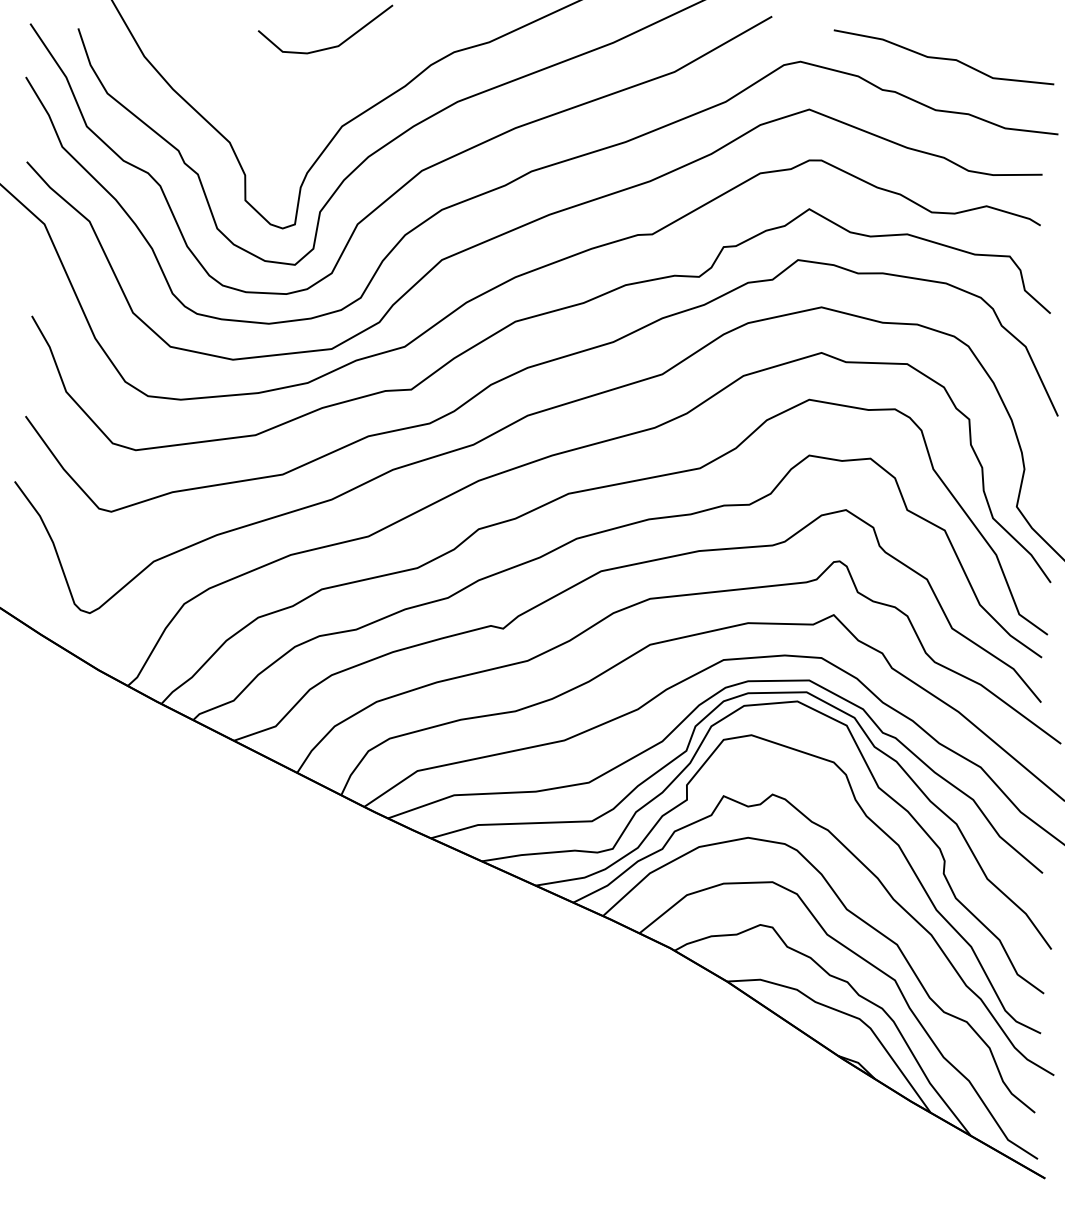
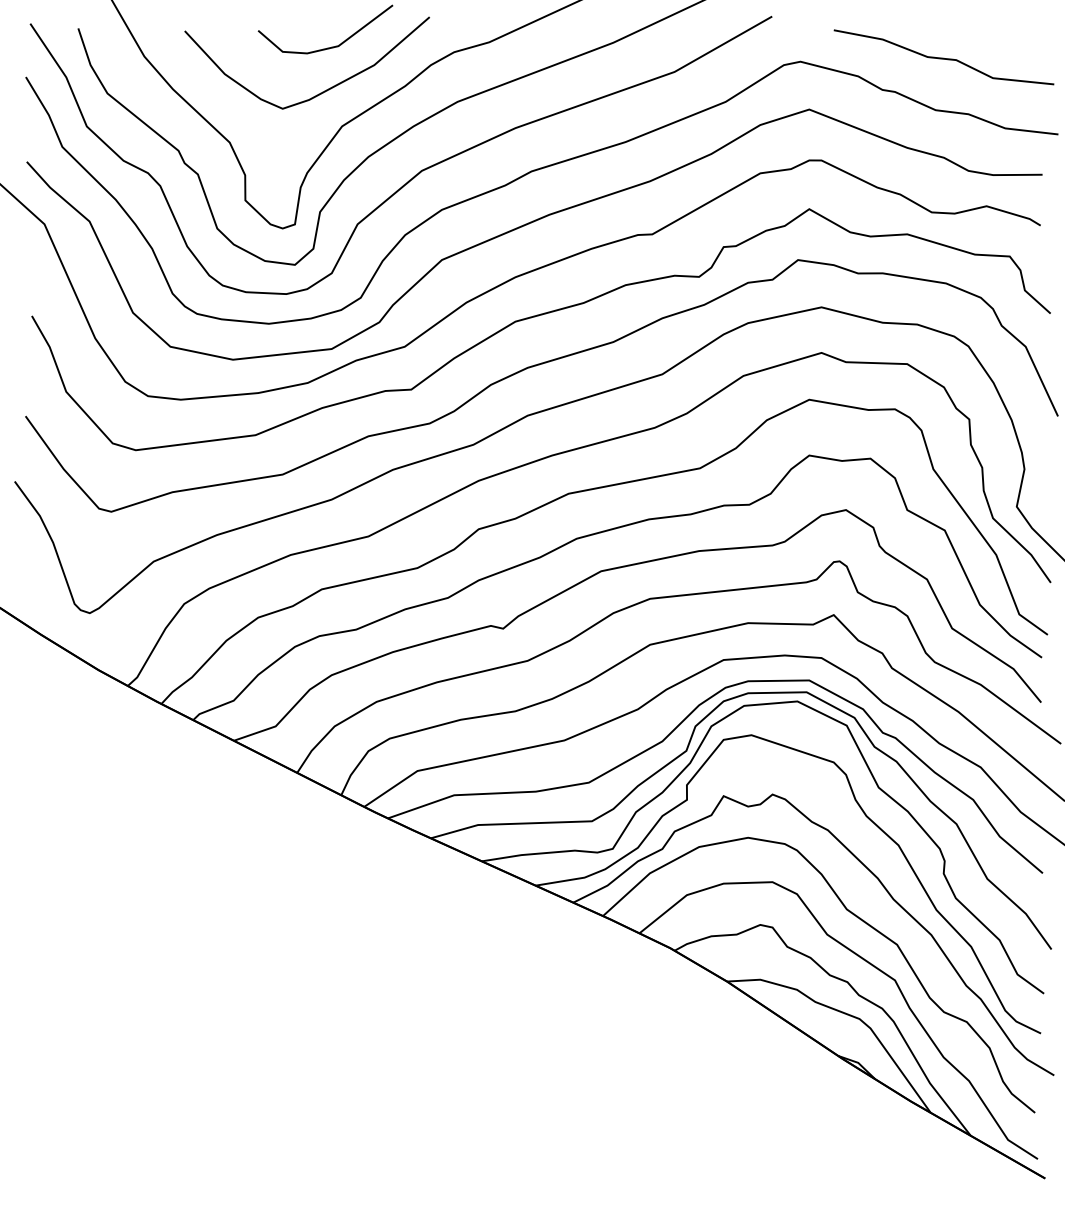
curve at (320, 92): none -> present
